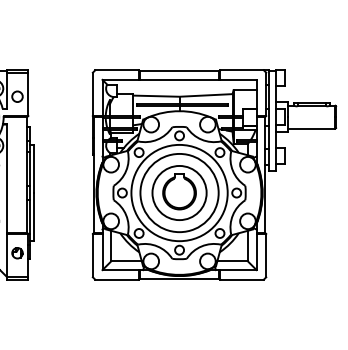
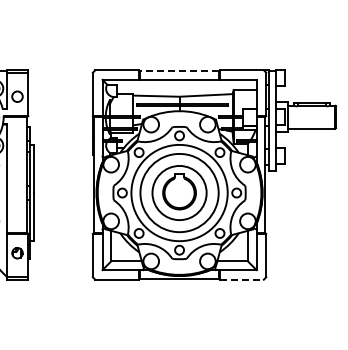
line at (179, 71): solid -> dashed
line at (242, 279): solid -> dashed
